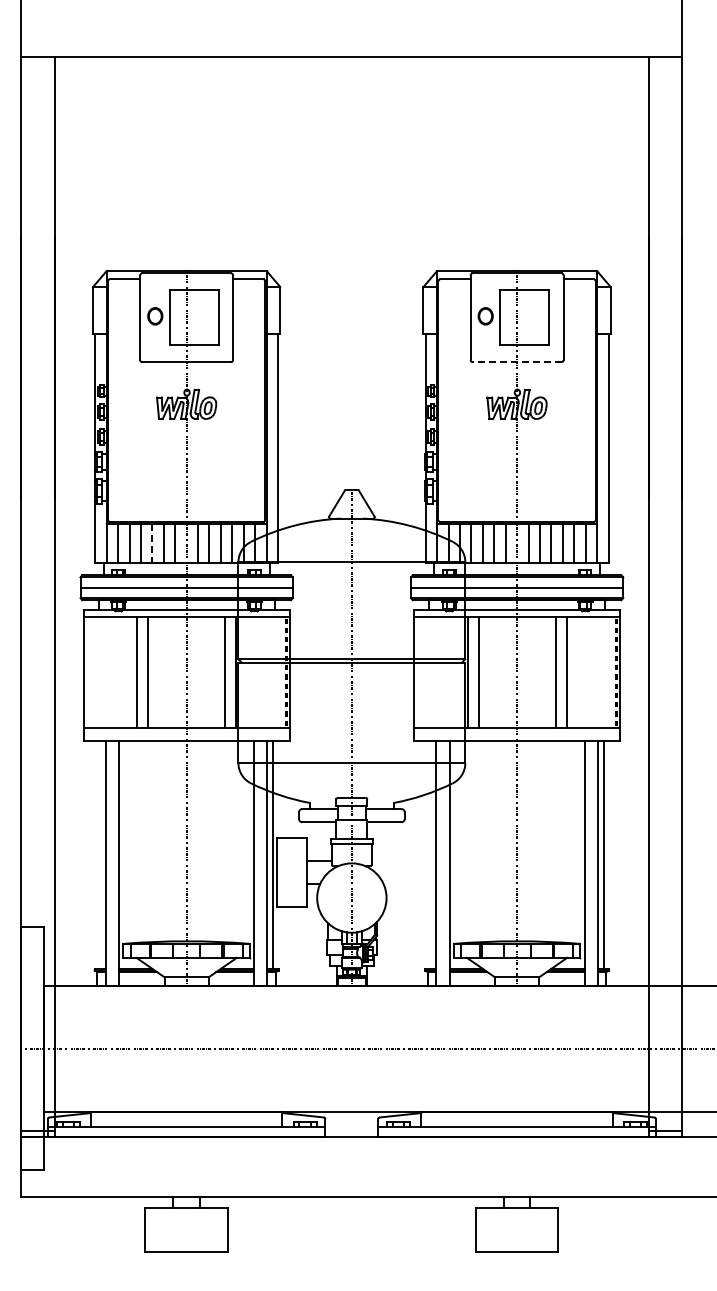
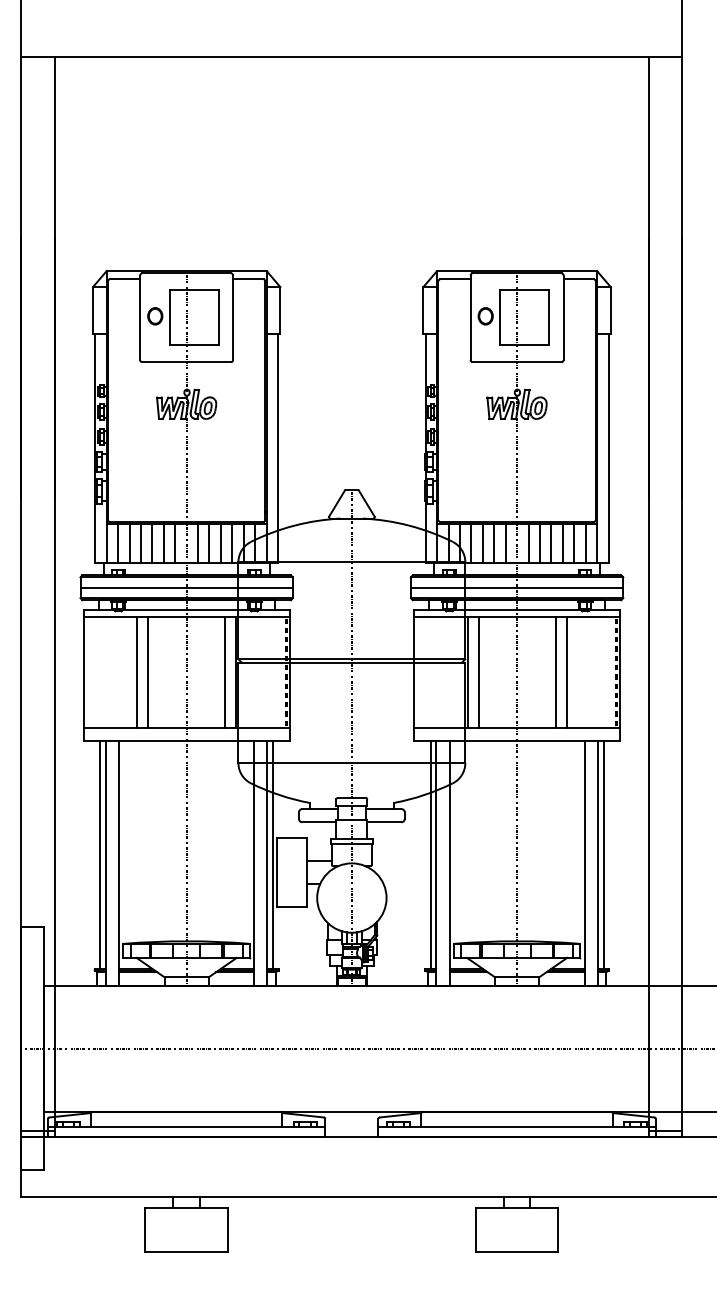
line at (517, 362): dashed -> solid
line at (152, 543): dashed -> solid
line at (100, 854): none -> present
line at (430, 854): none -> present
